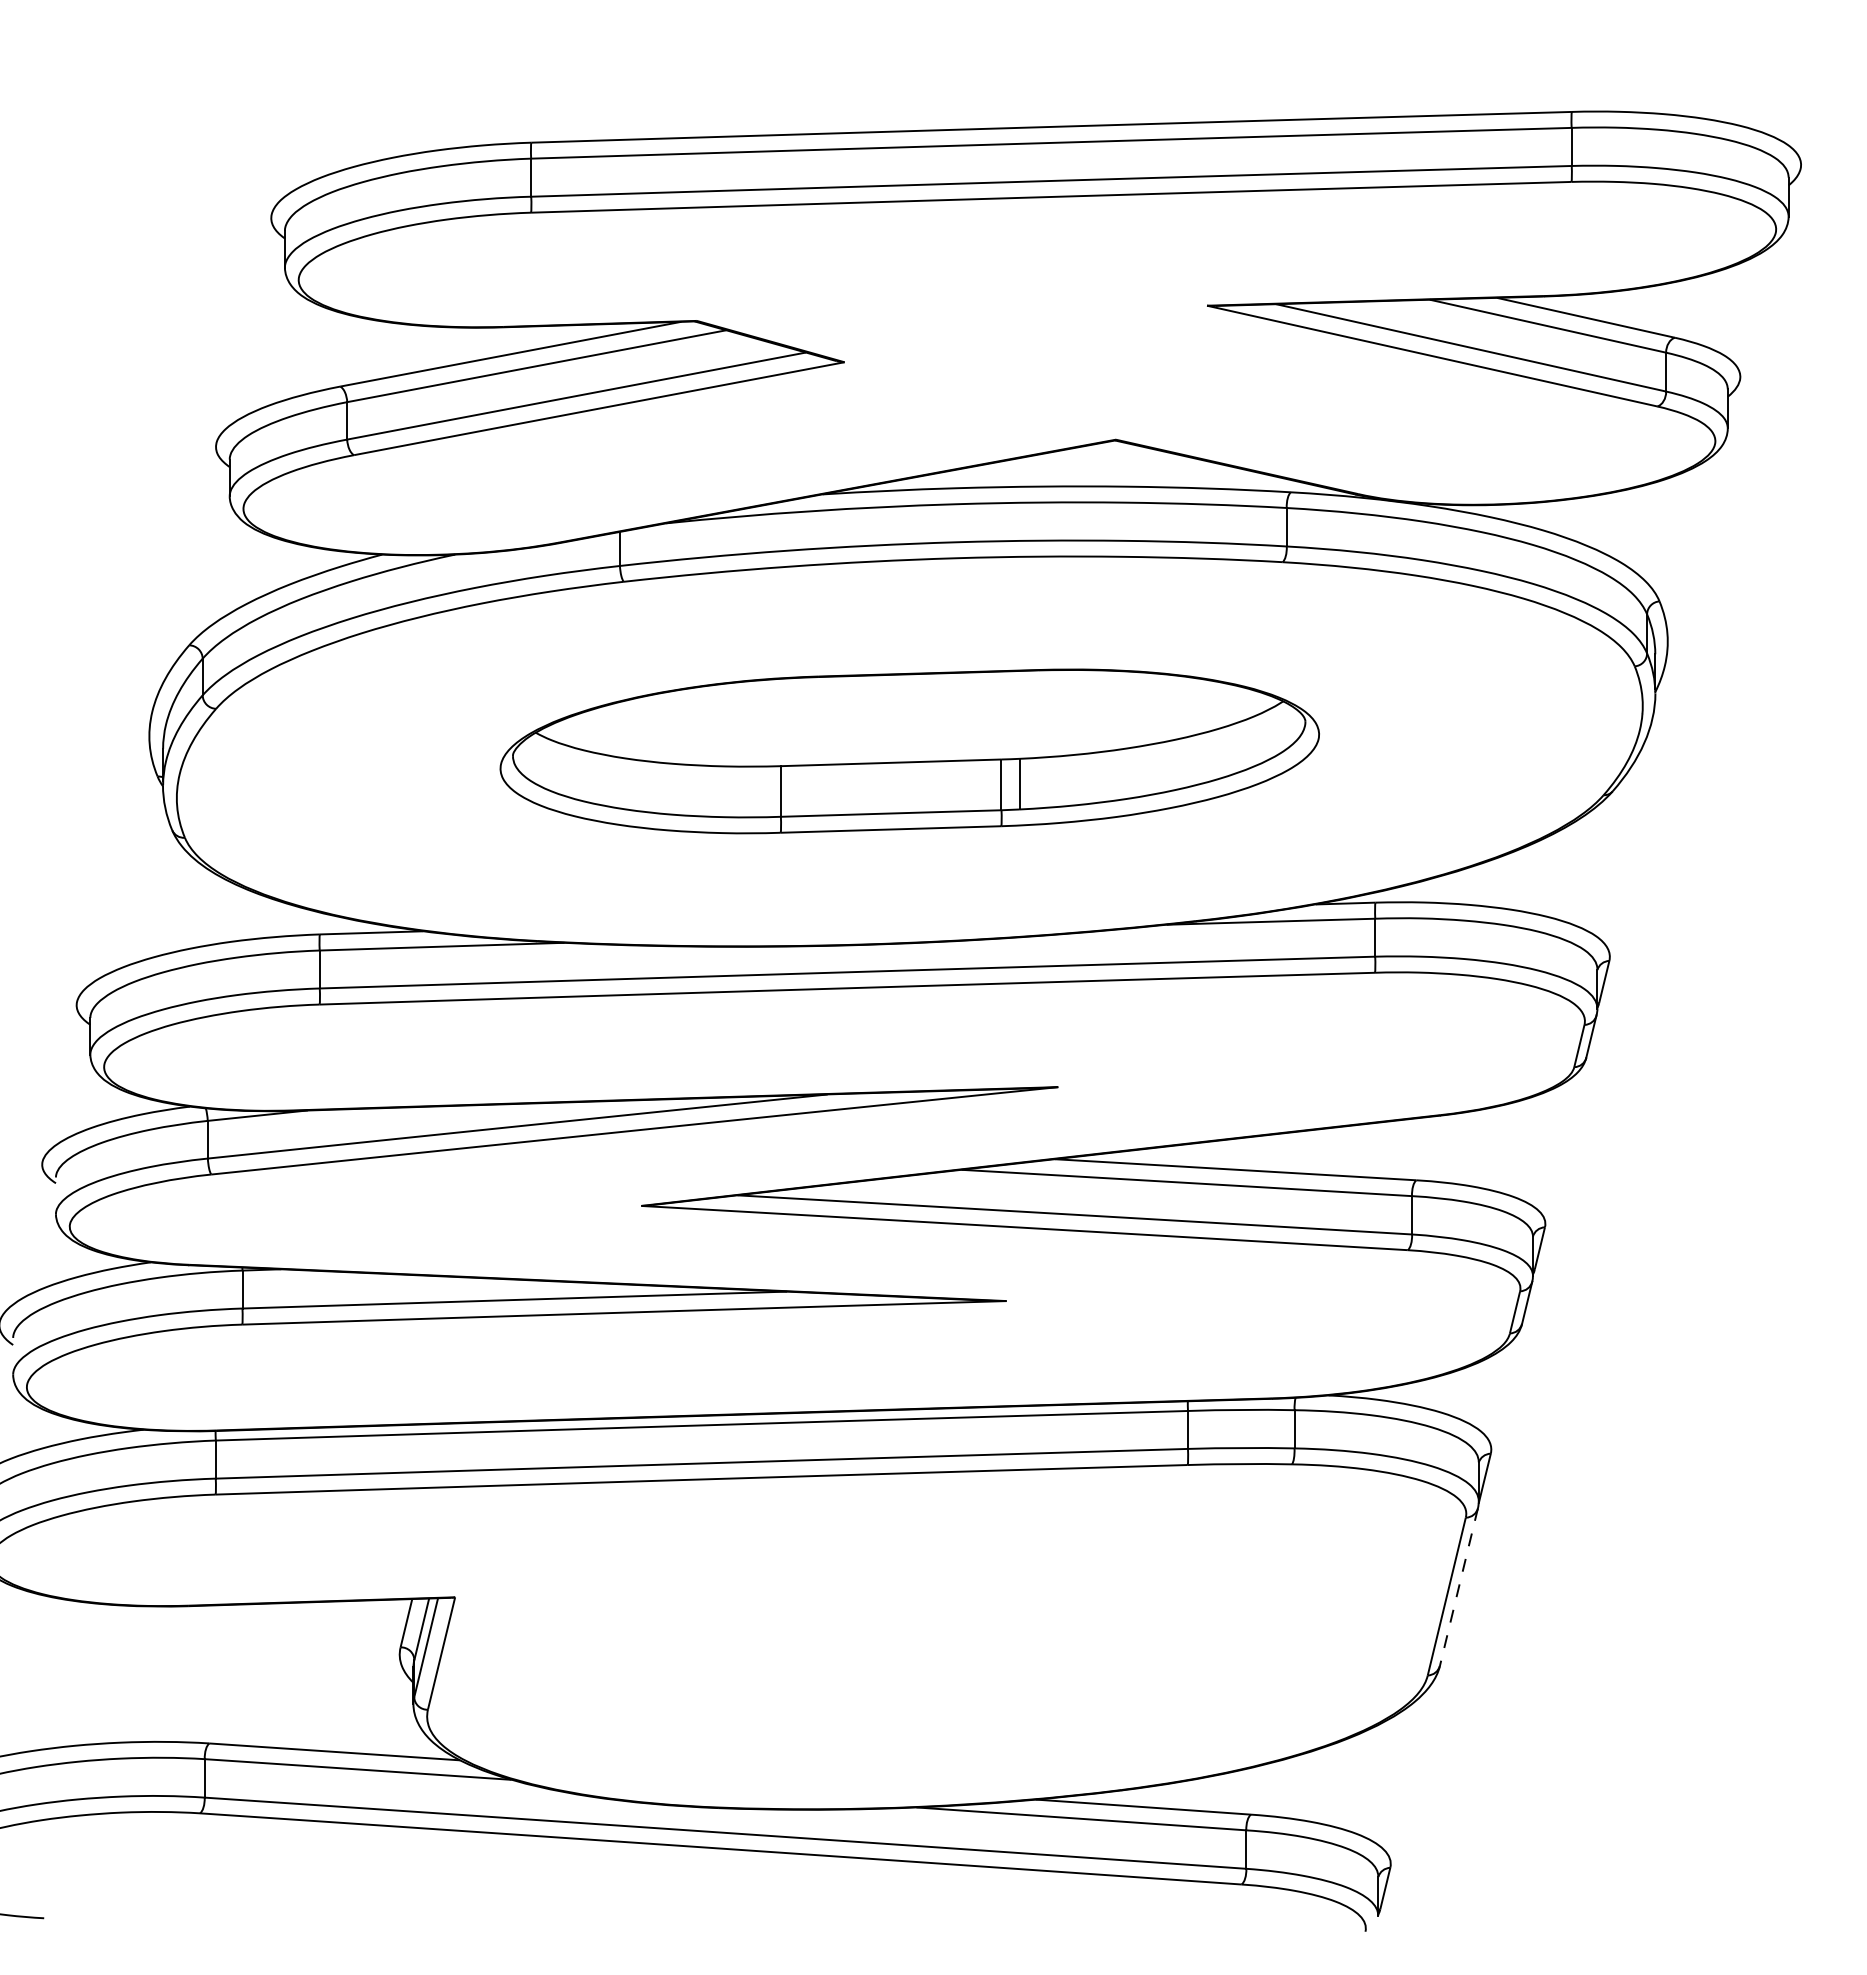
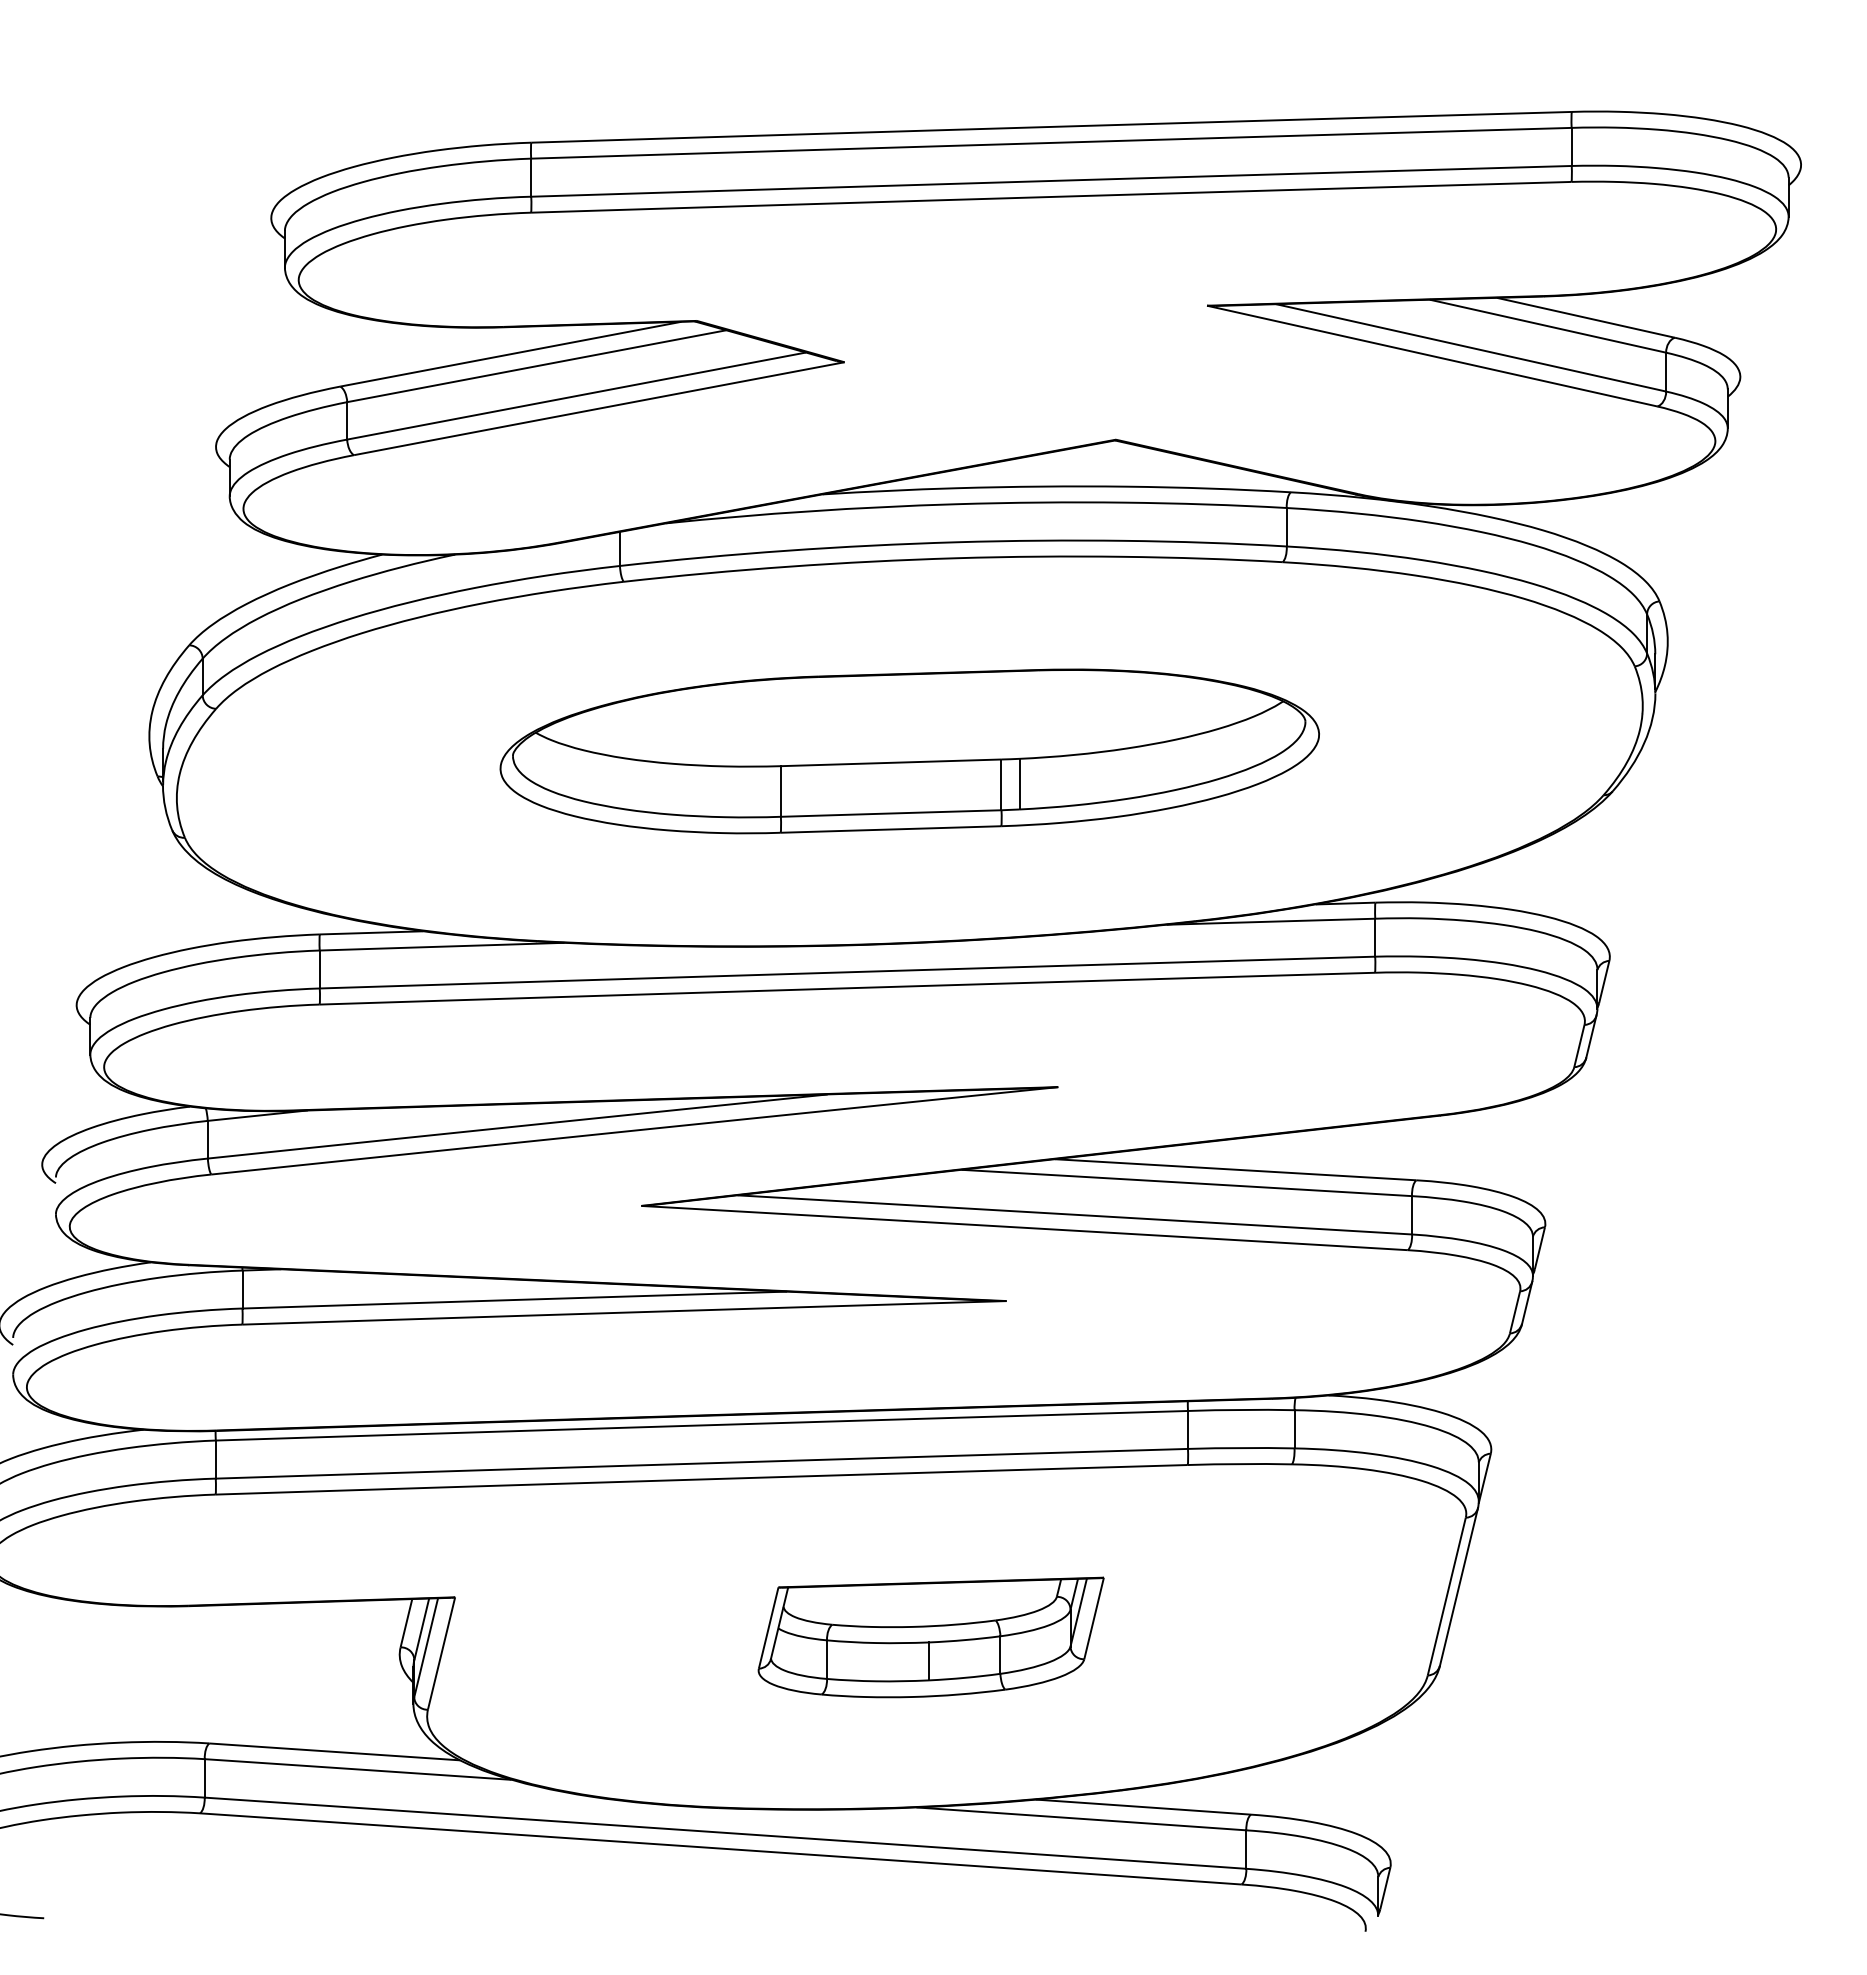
line at (1458, 1587): dashed -> solid
part at (930, 1637): none -> present
